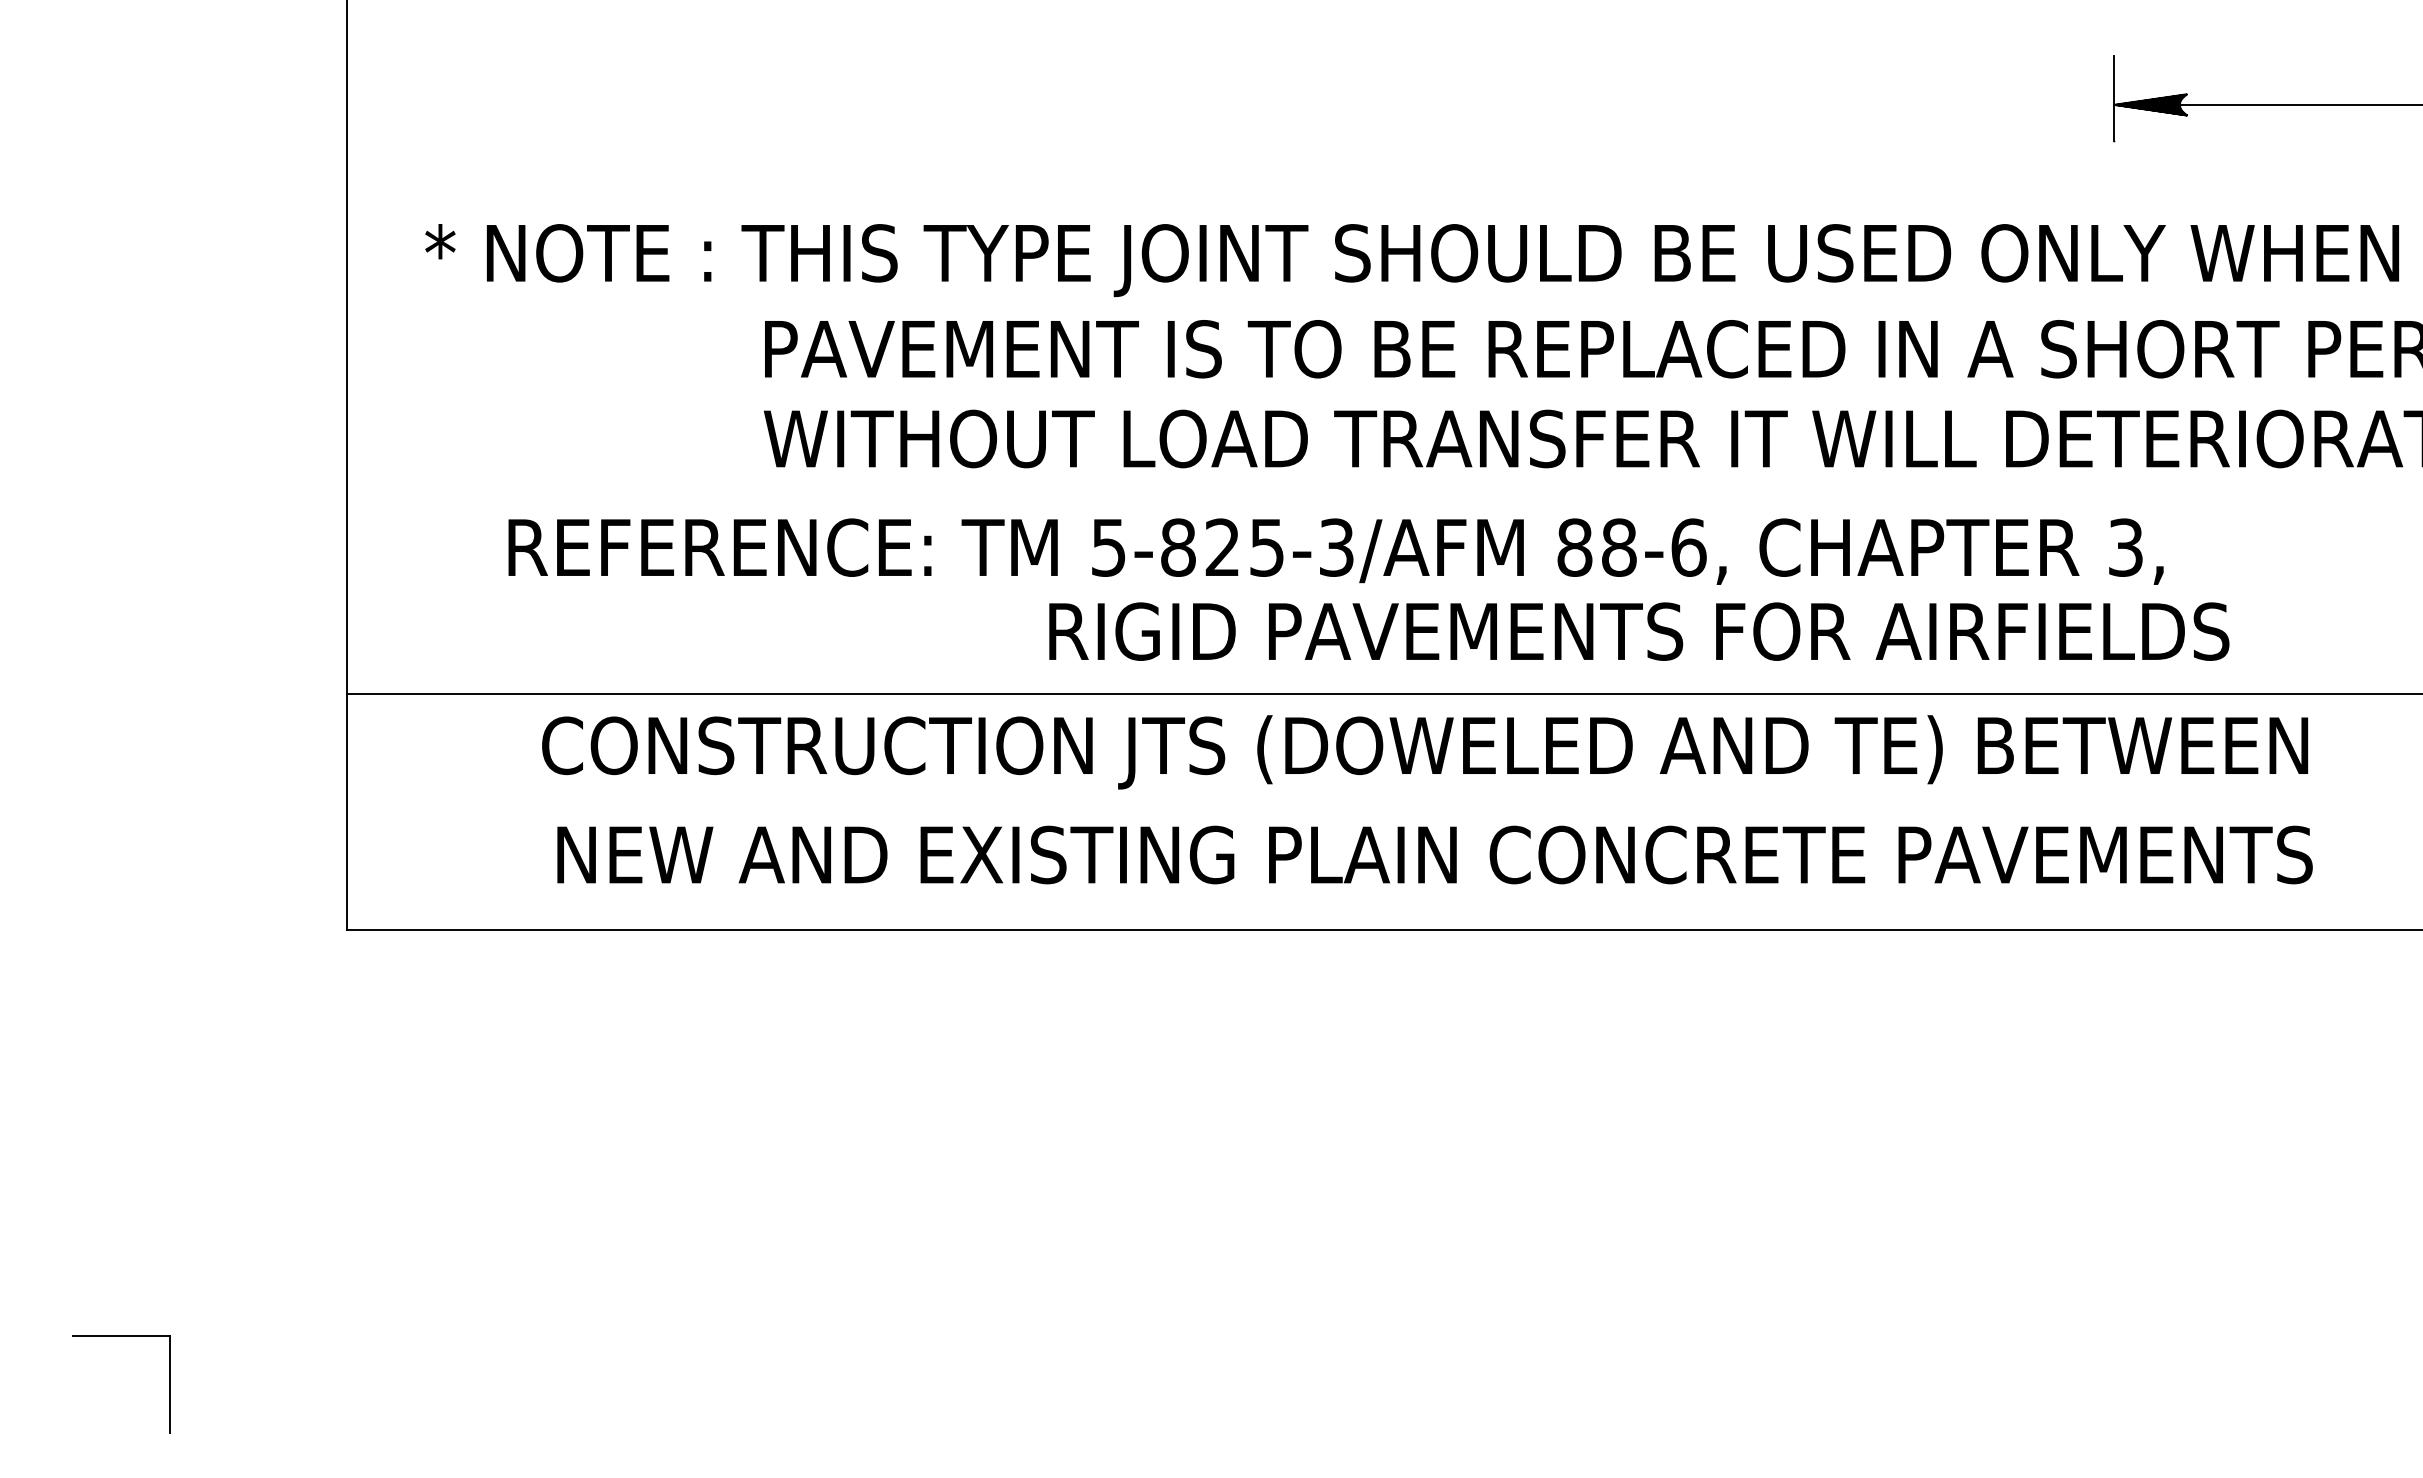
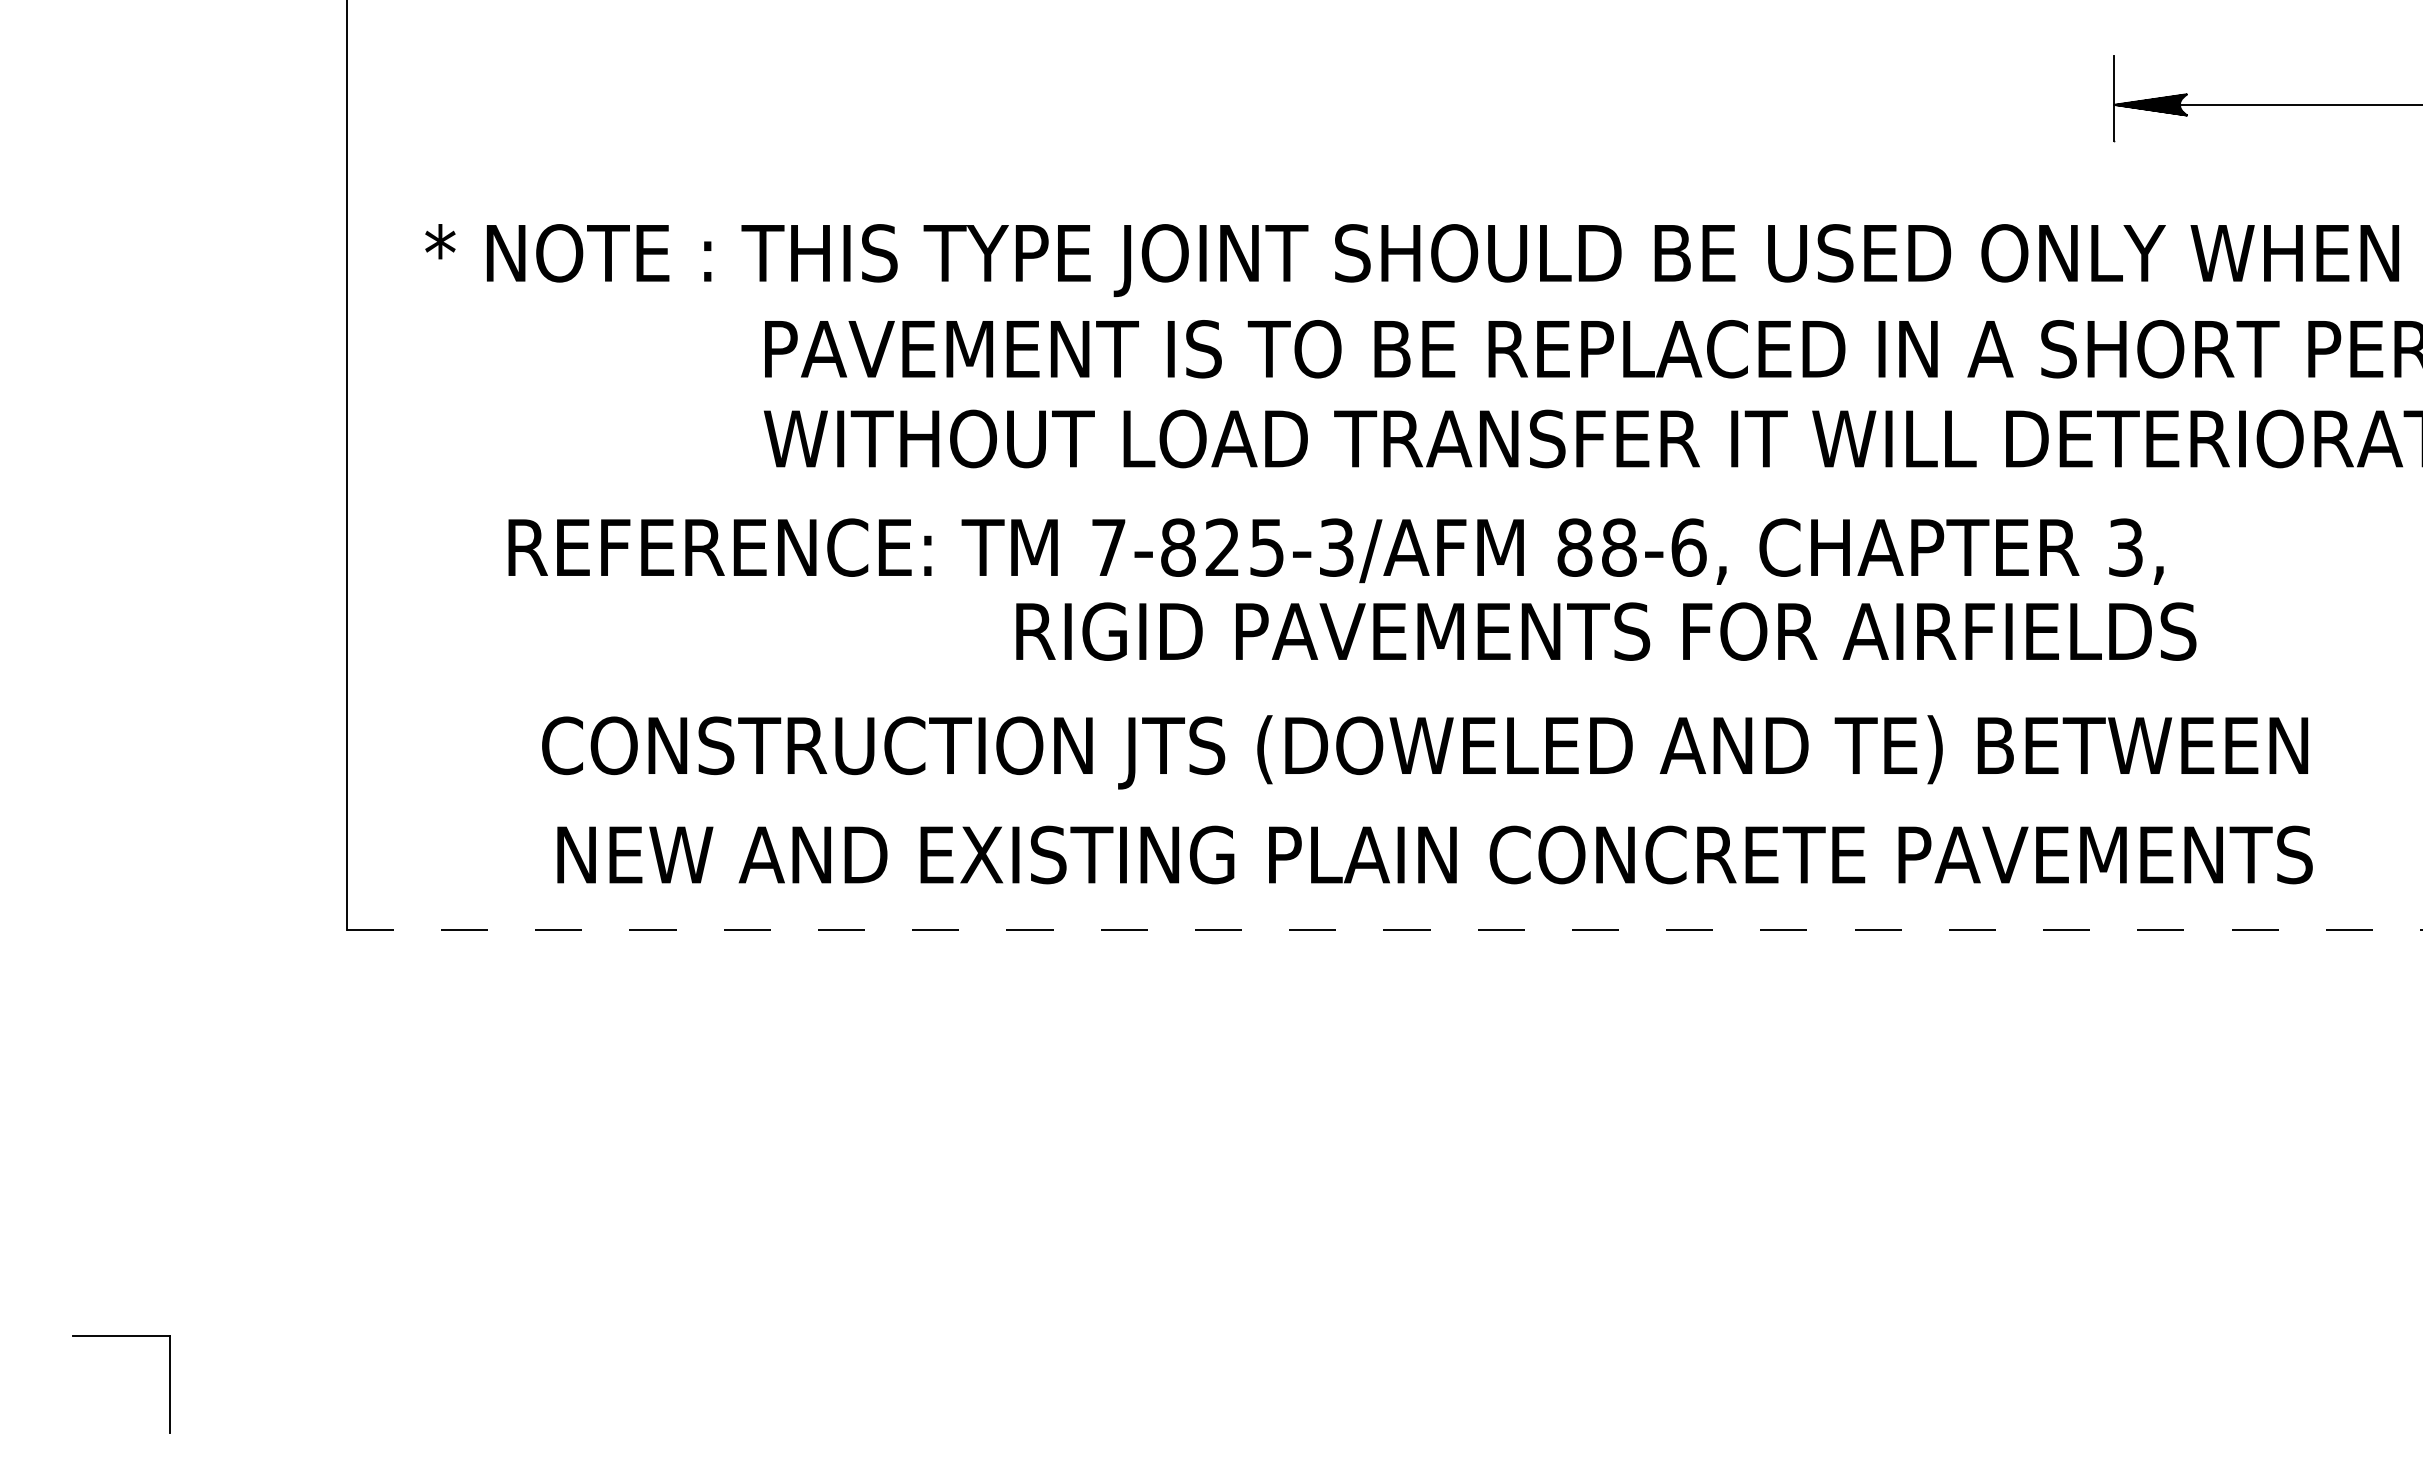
text at (1108, 547): 5-825-3/AFM -> 7-825-3/AFM
text at (1639, 631) position: (1639, 631) -> (1606, 631)
line at (1382, 694): present -> none
line at (1384, 929): solid -> dashed
